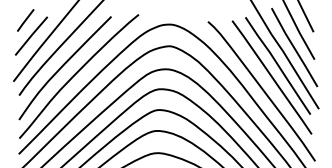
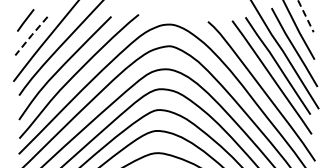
line at (305, 16): solid -> dashed
line at (31, 35): solid -> dashed
